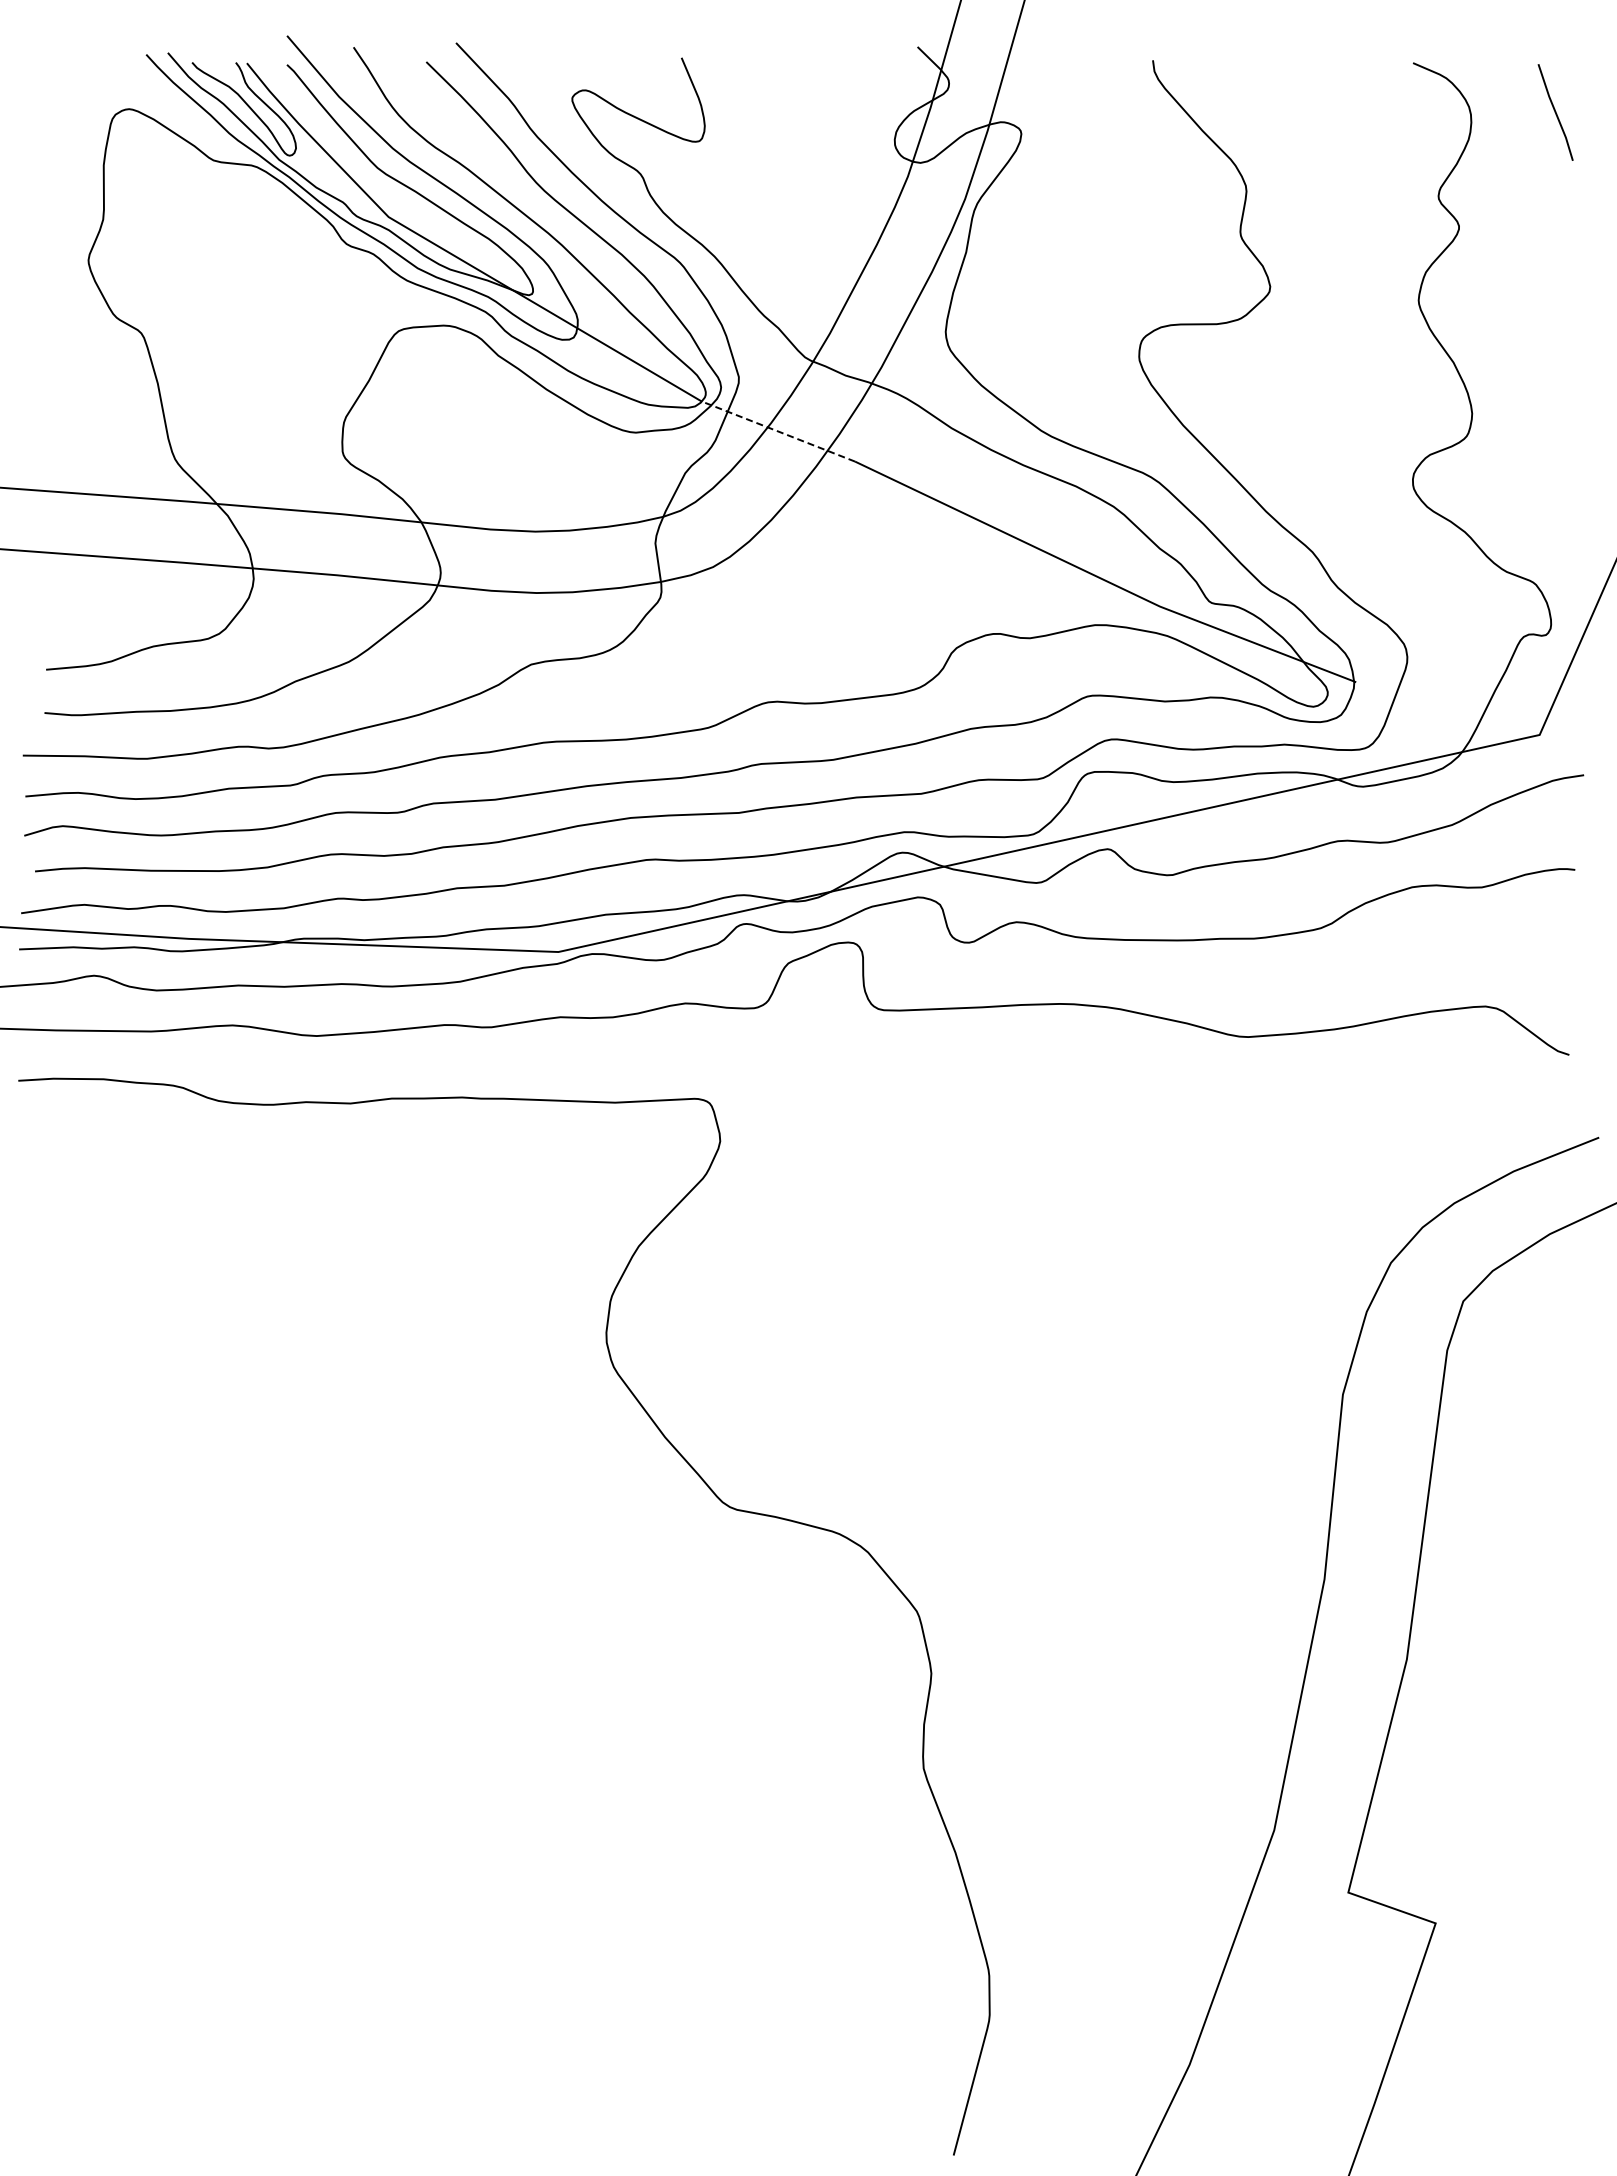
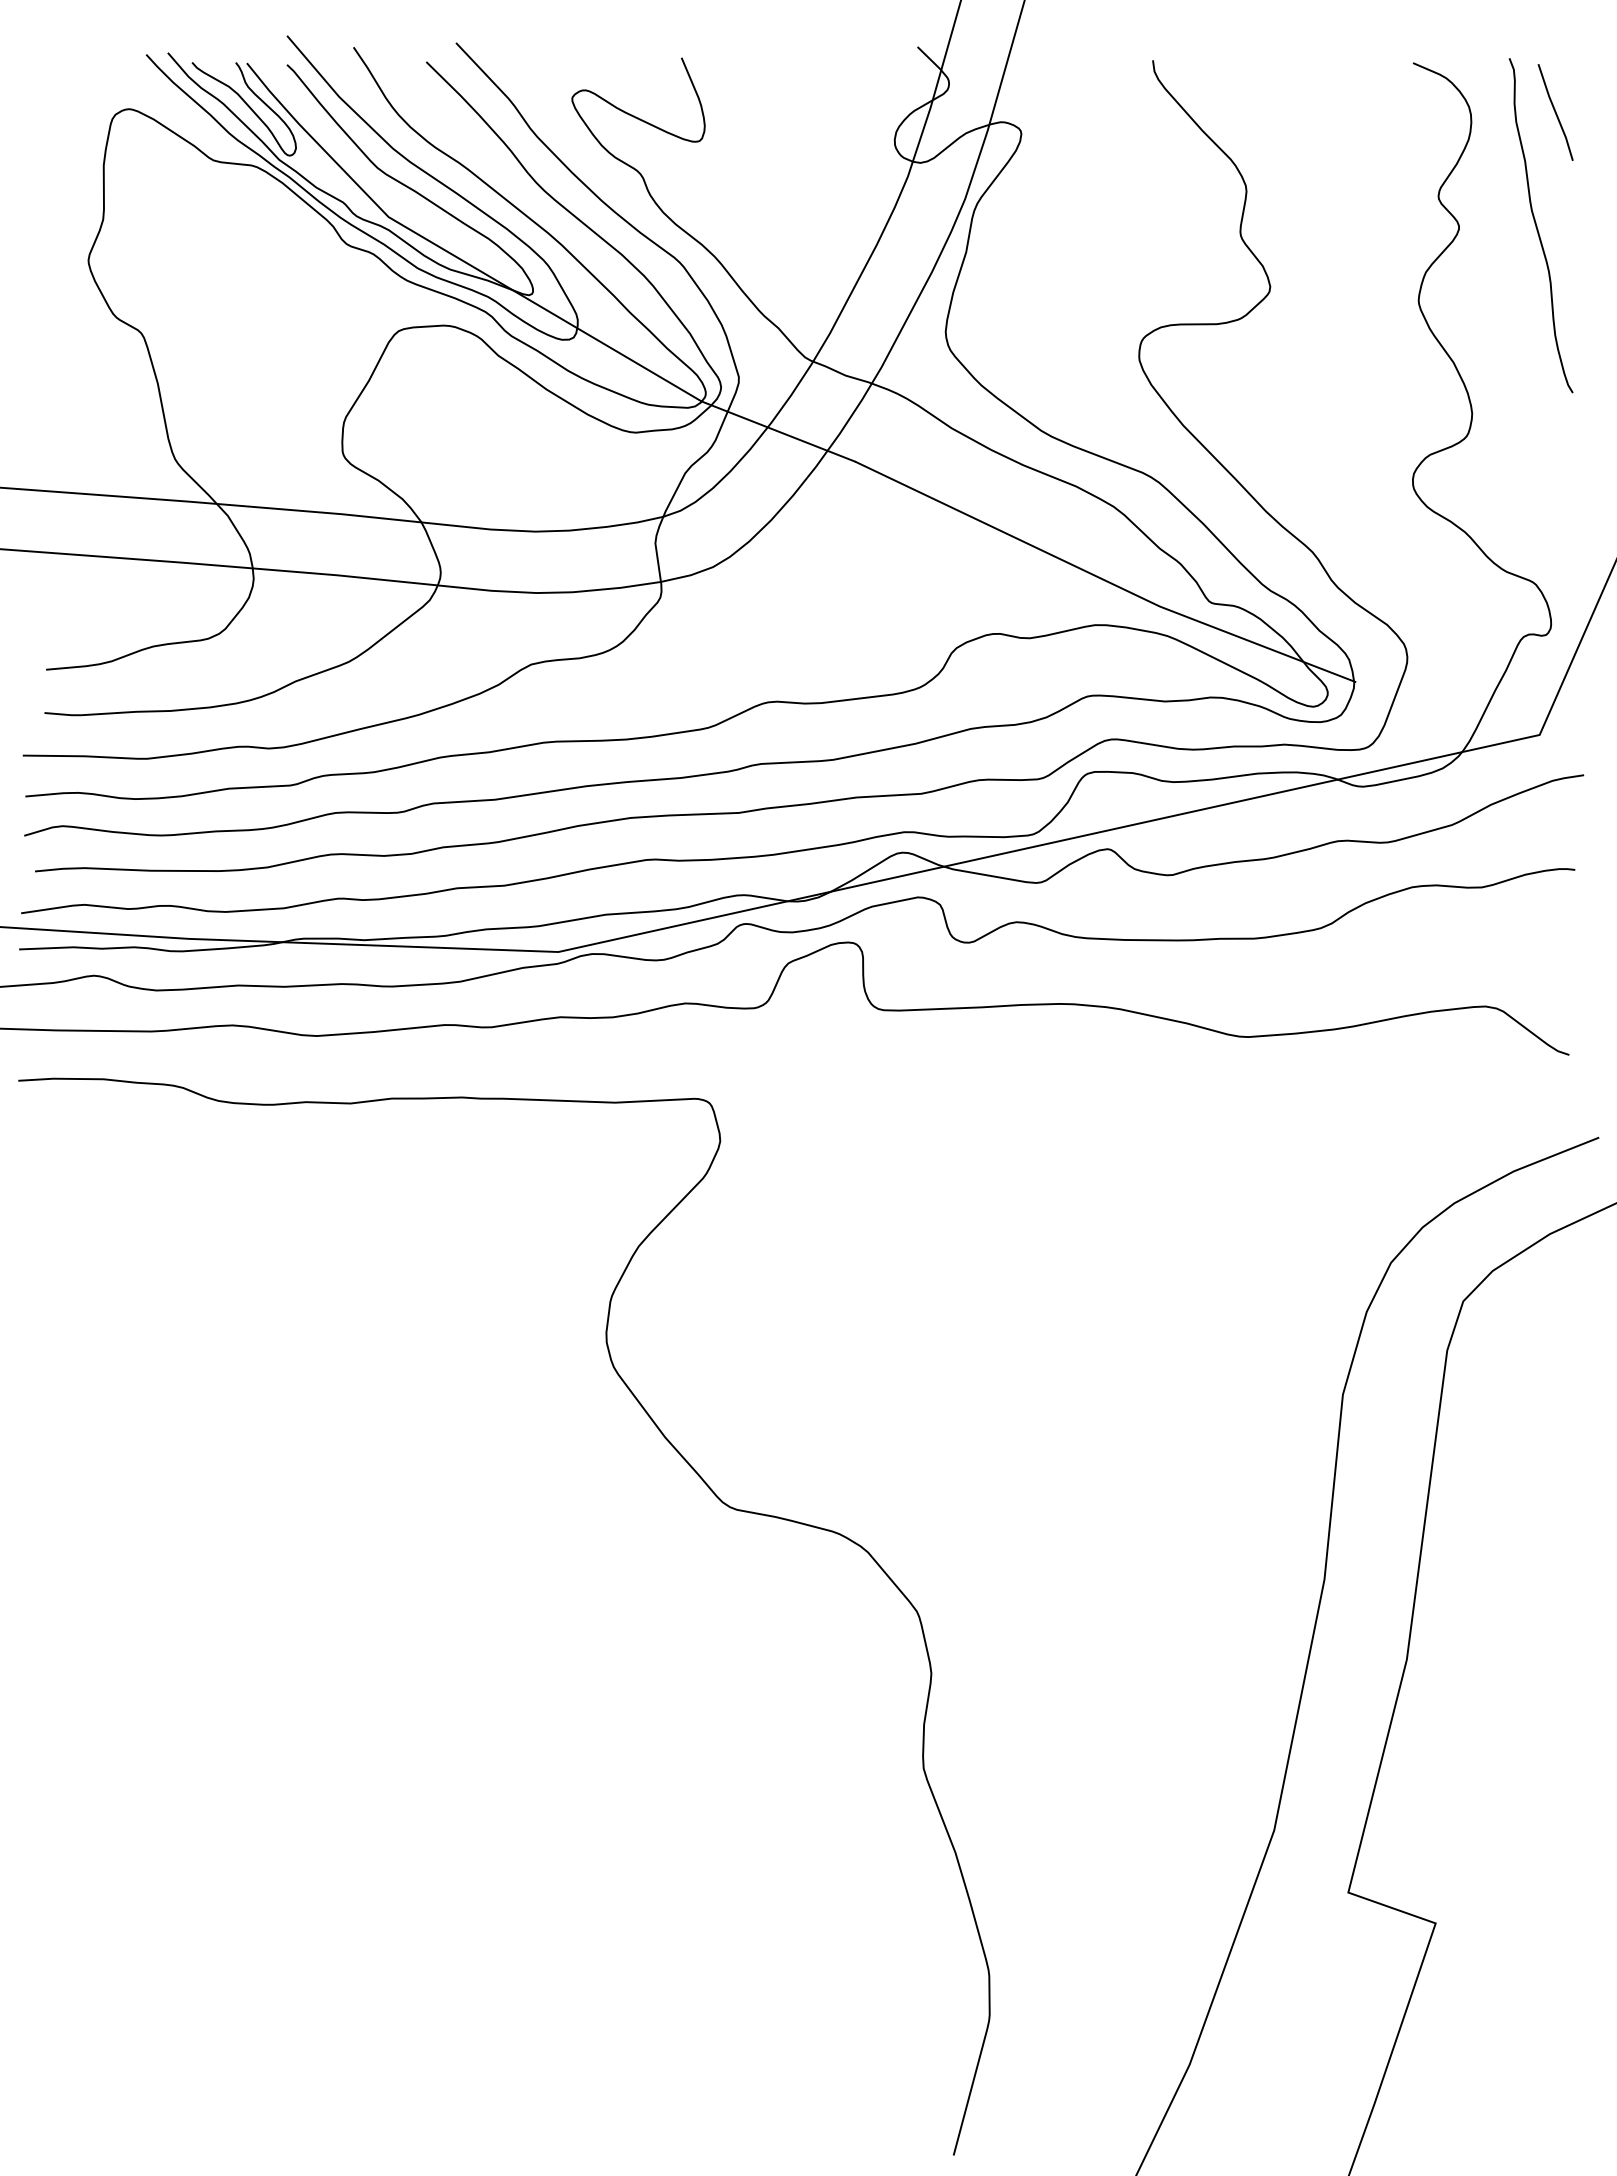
curve at (1537, 225): none -> present
line at (777, 431): dashed -> solid
